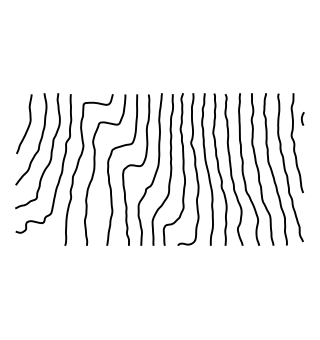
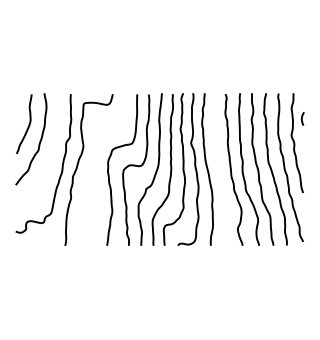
curve at (50, 151): present -> none
curve at (95, 169): present -> none
curve at (219, 169): present -> none
